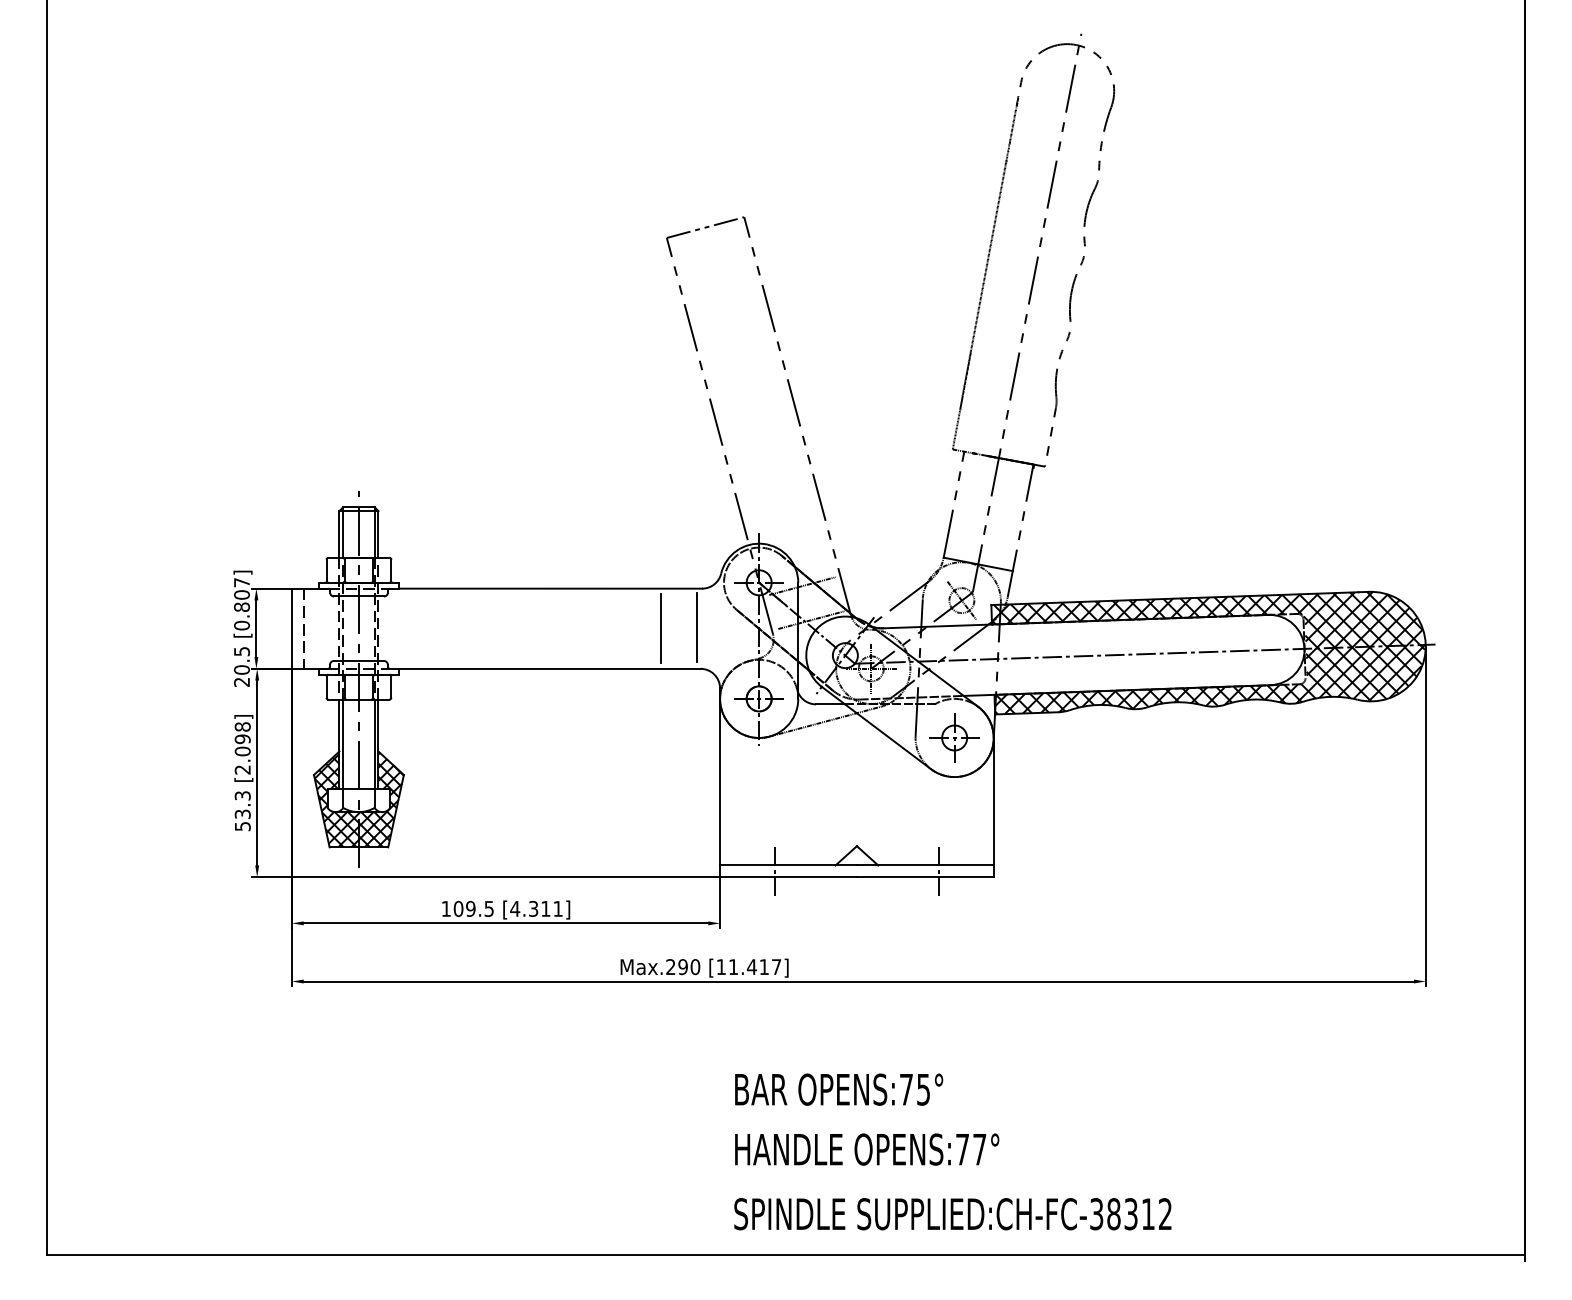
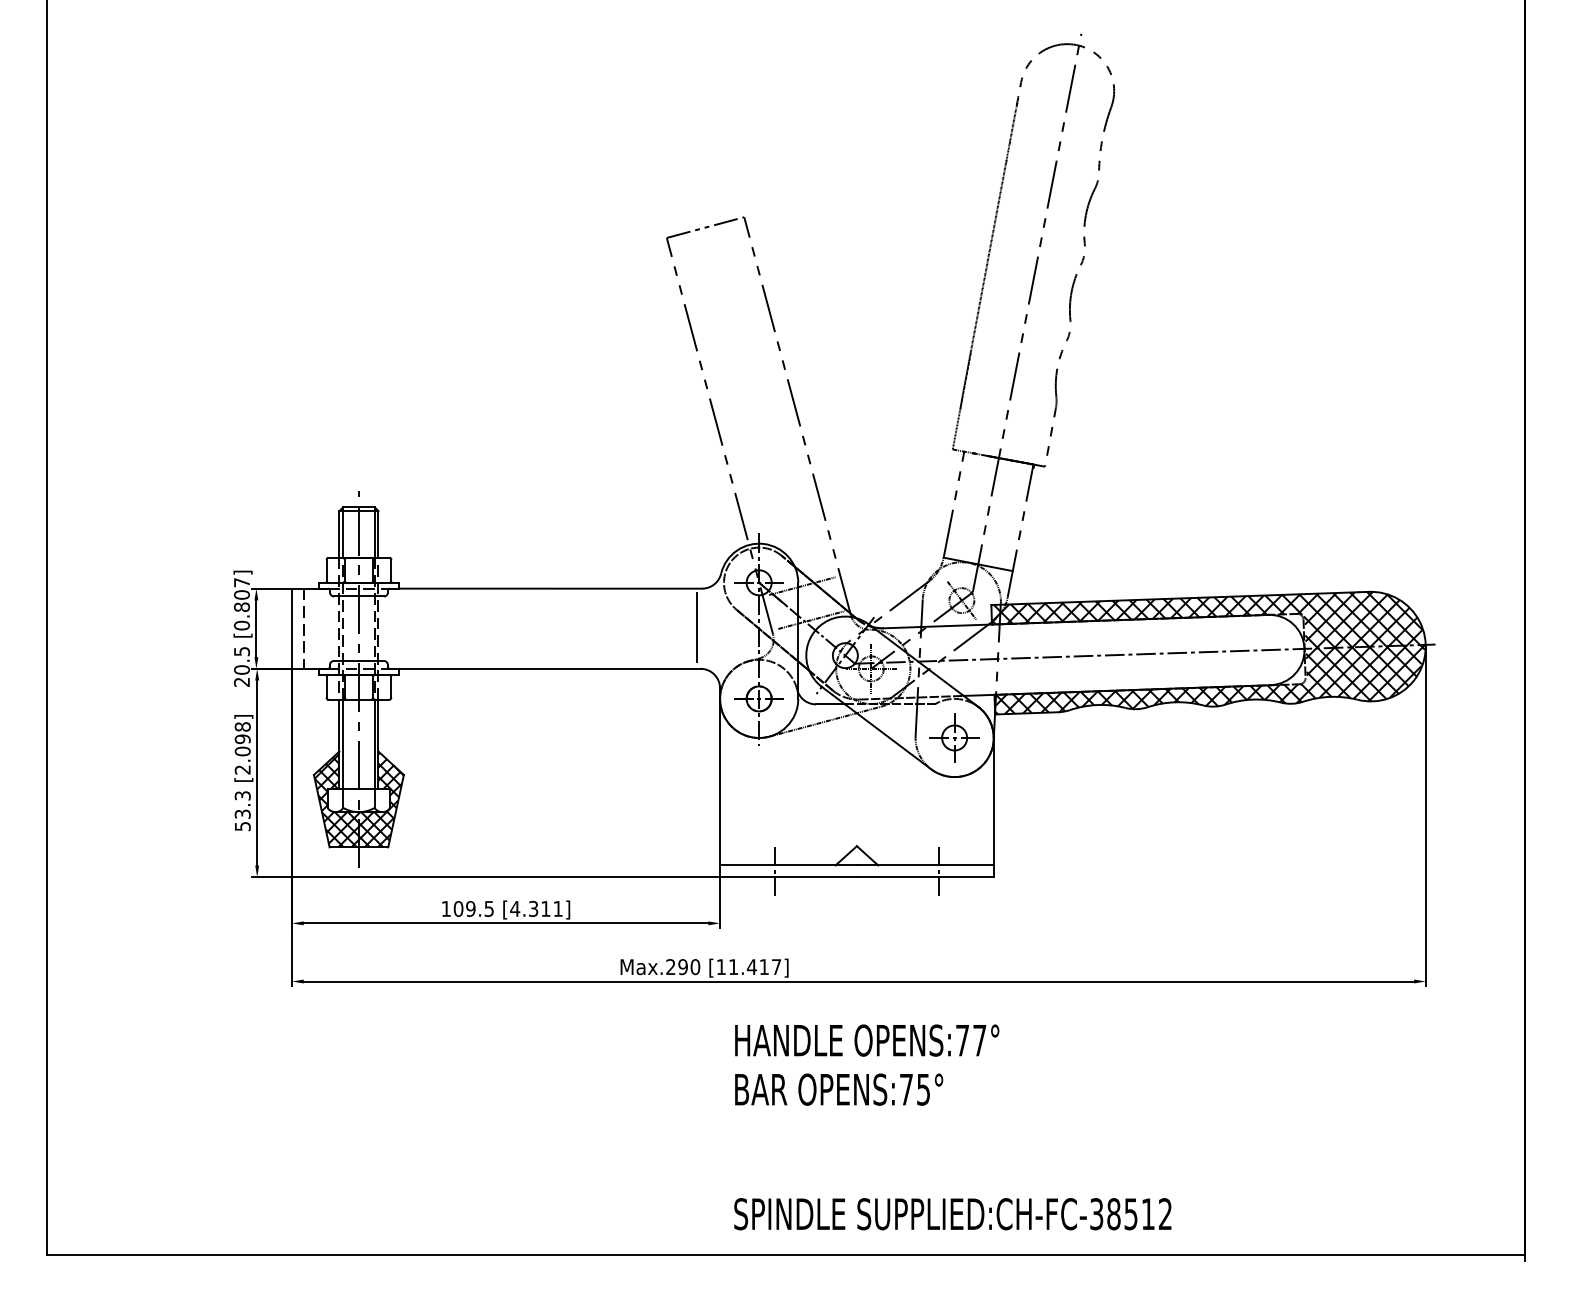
line at (661, 627): present -> none
text at (867, 1149) position: (867, 1149) -> (867, 1040)
text at (1131, 1213): SUPPLIED:CH-FC-38312 -> SUPPLIED:CH-FC-38512
